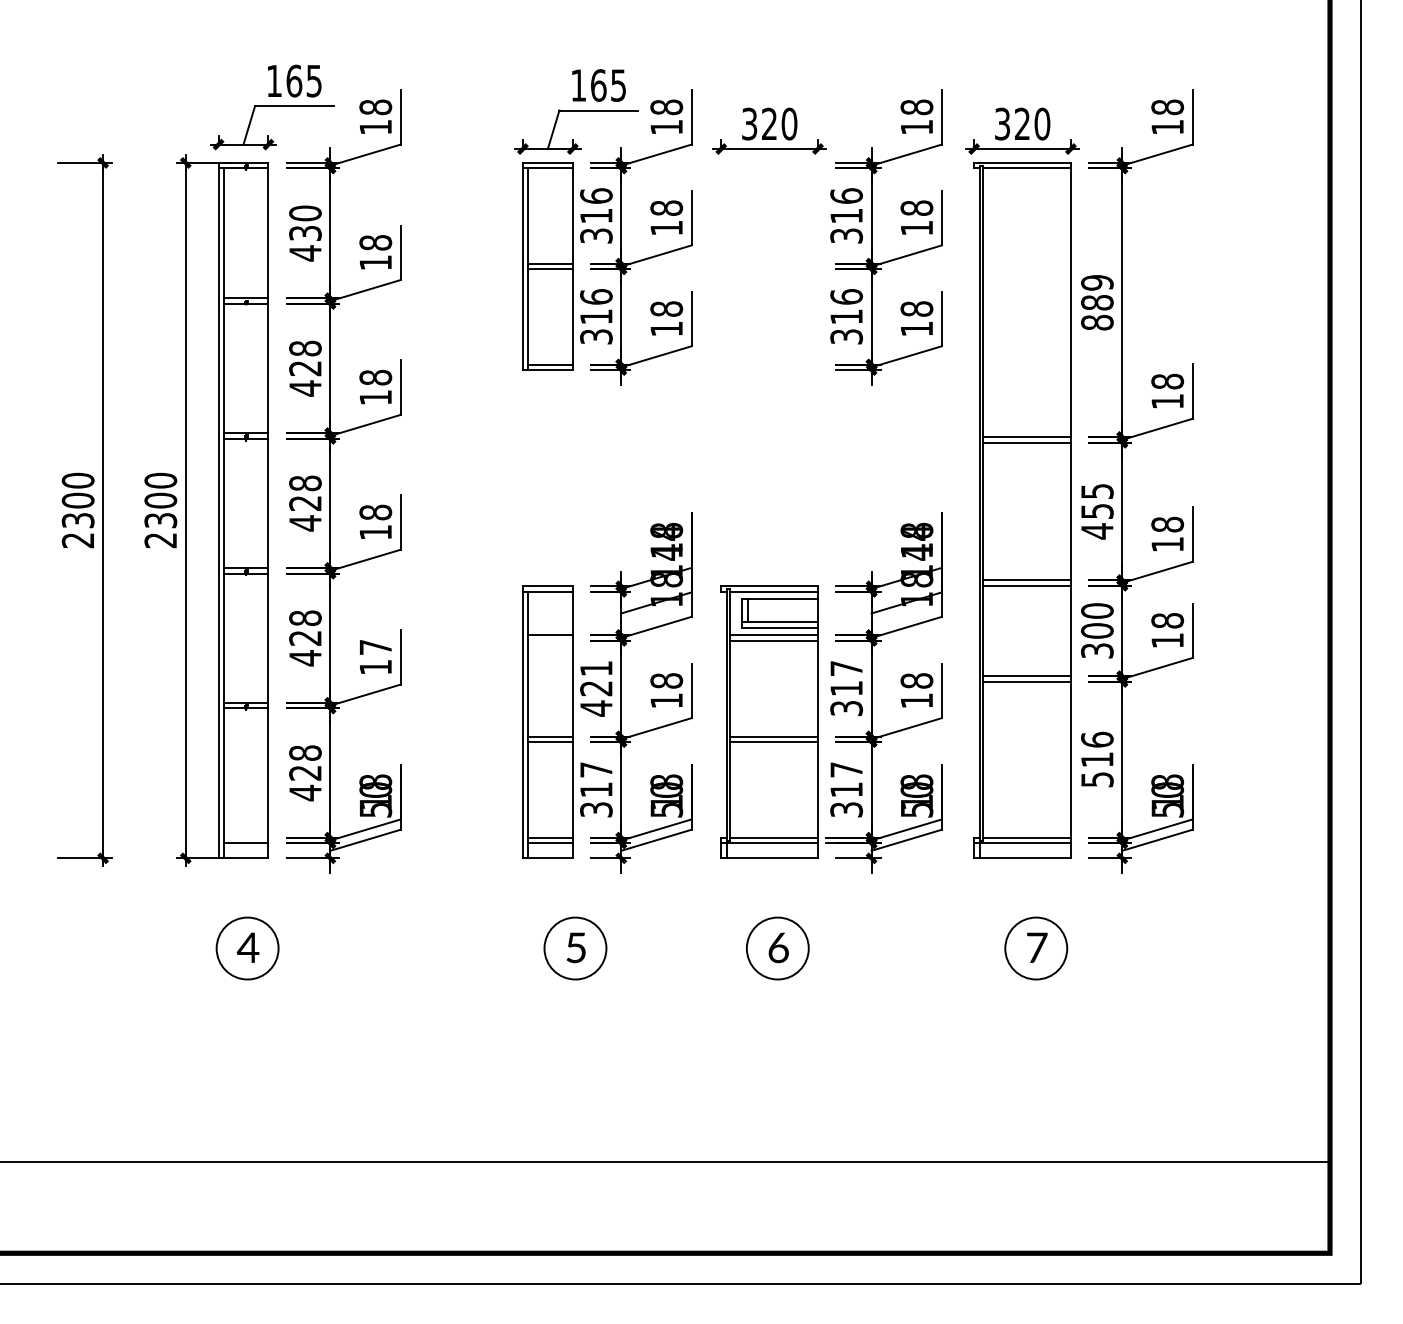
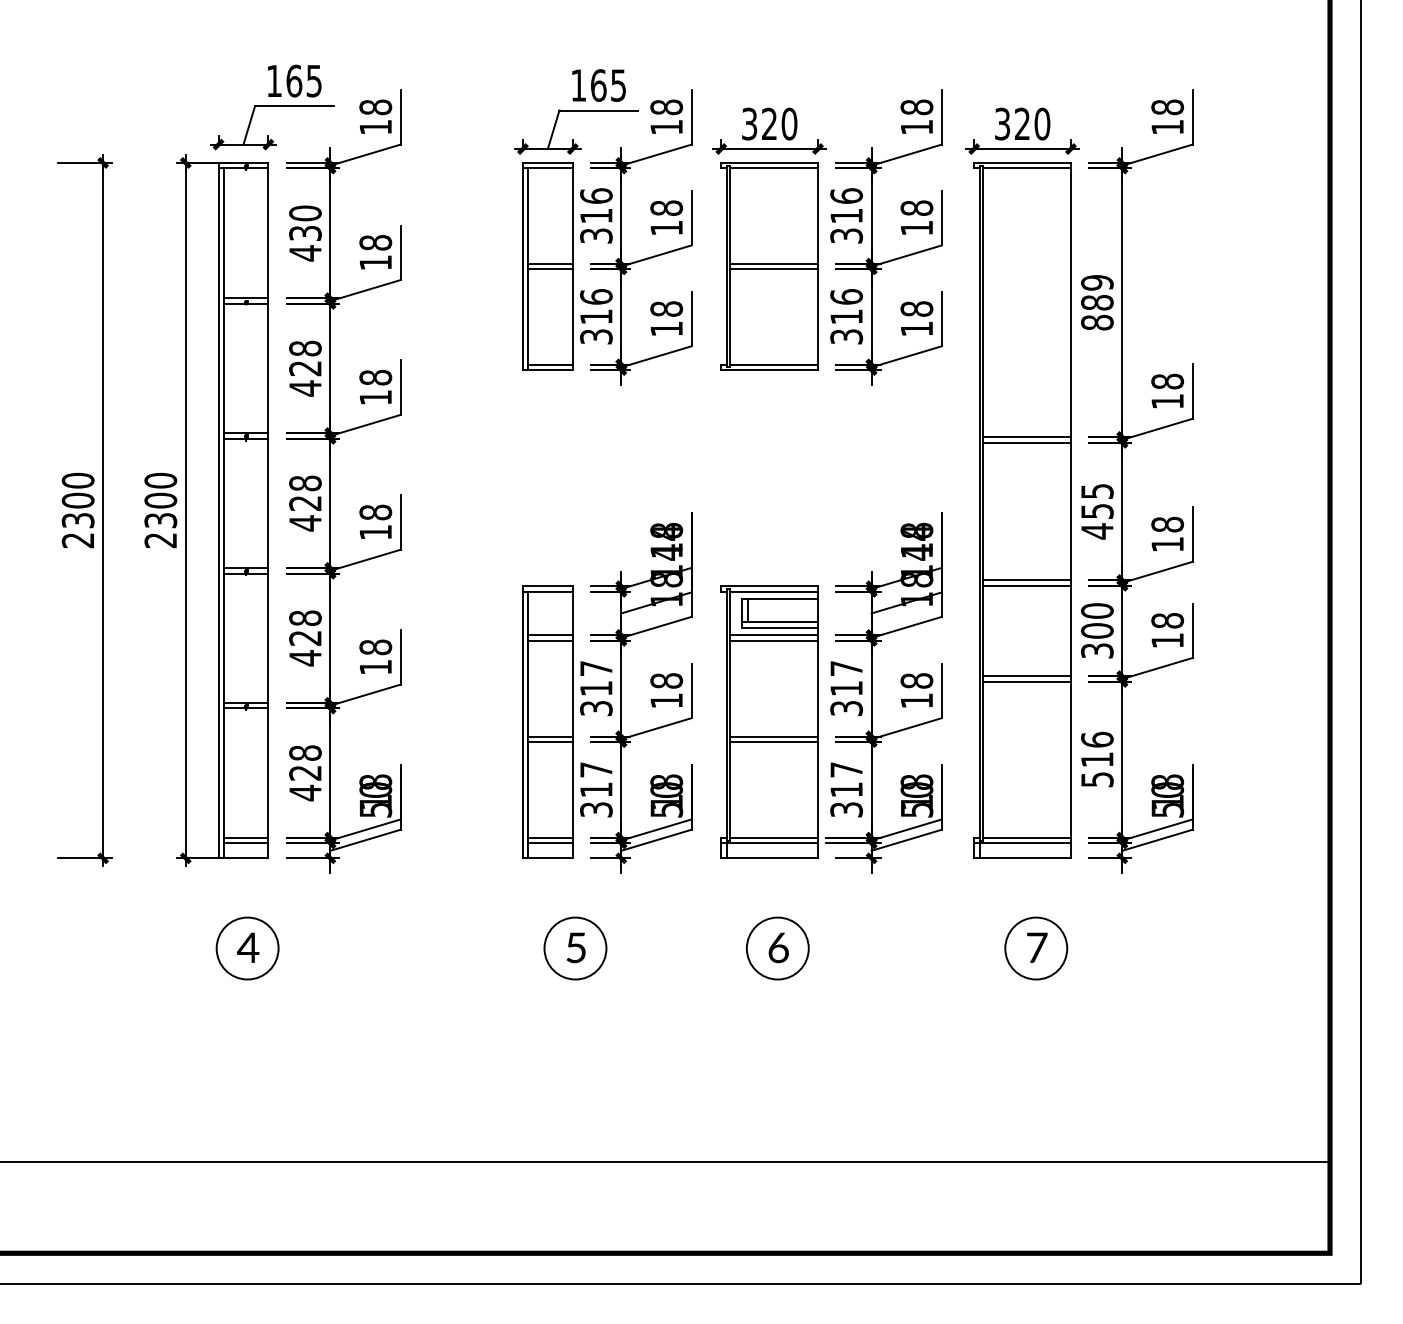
part at (769, 266): none -> present
line at (550, 640): none -> present
text at (375, 647): 17 -> 18
text at (596, 688): 421 -> 317
line at (246, 837): none -> present
